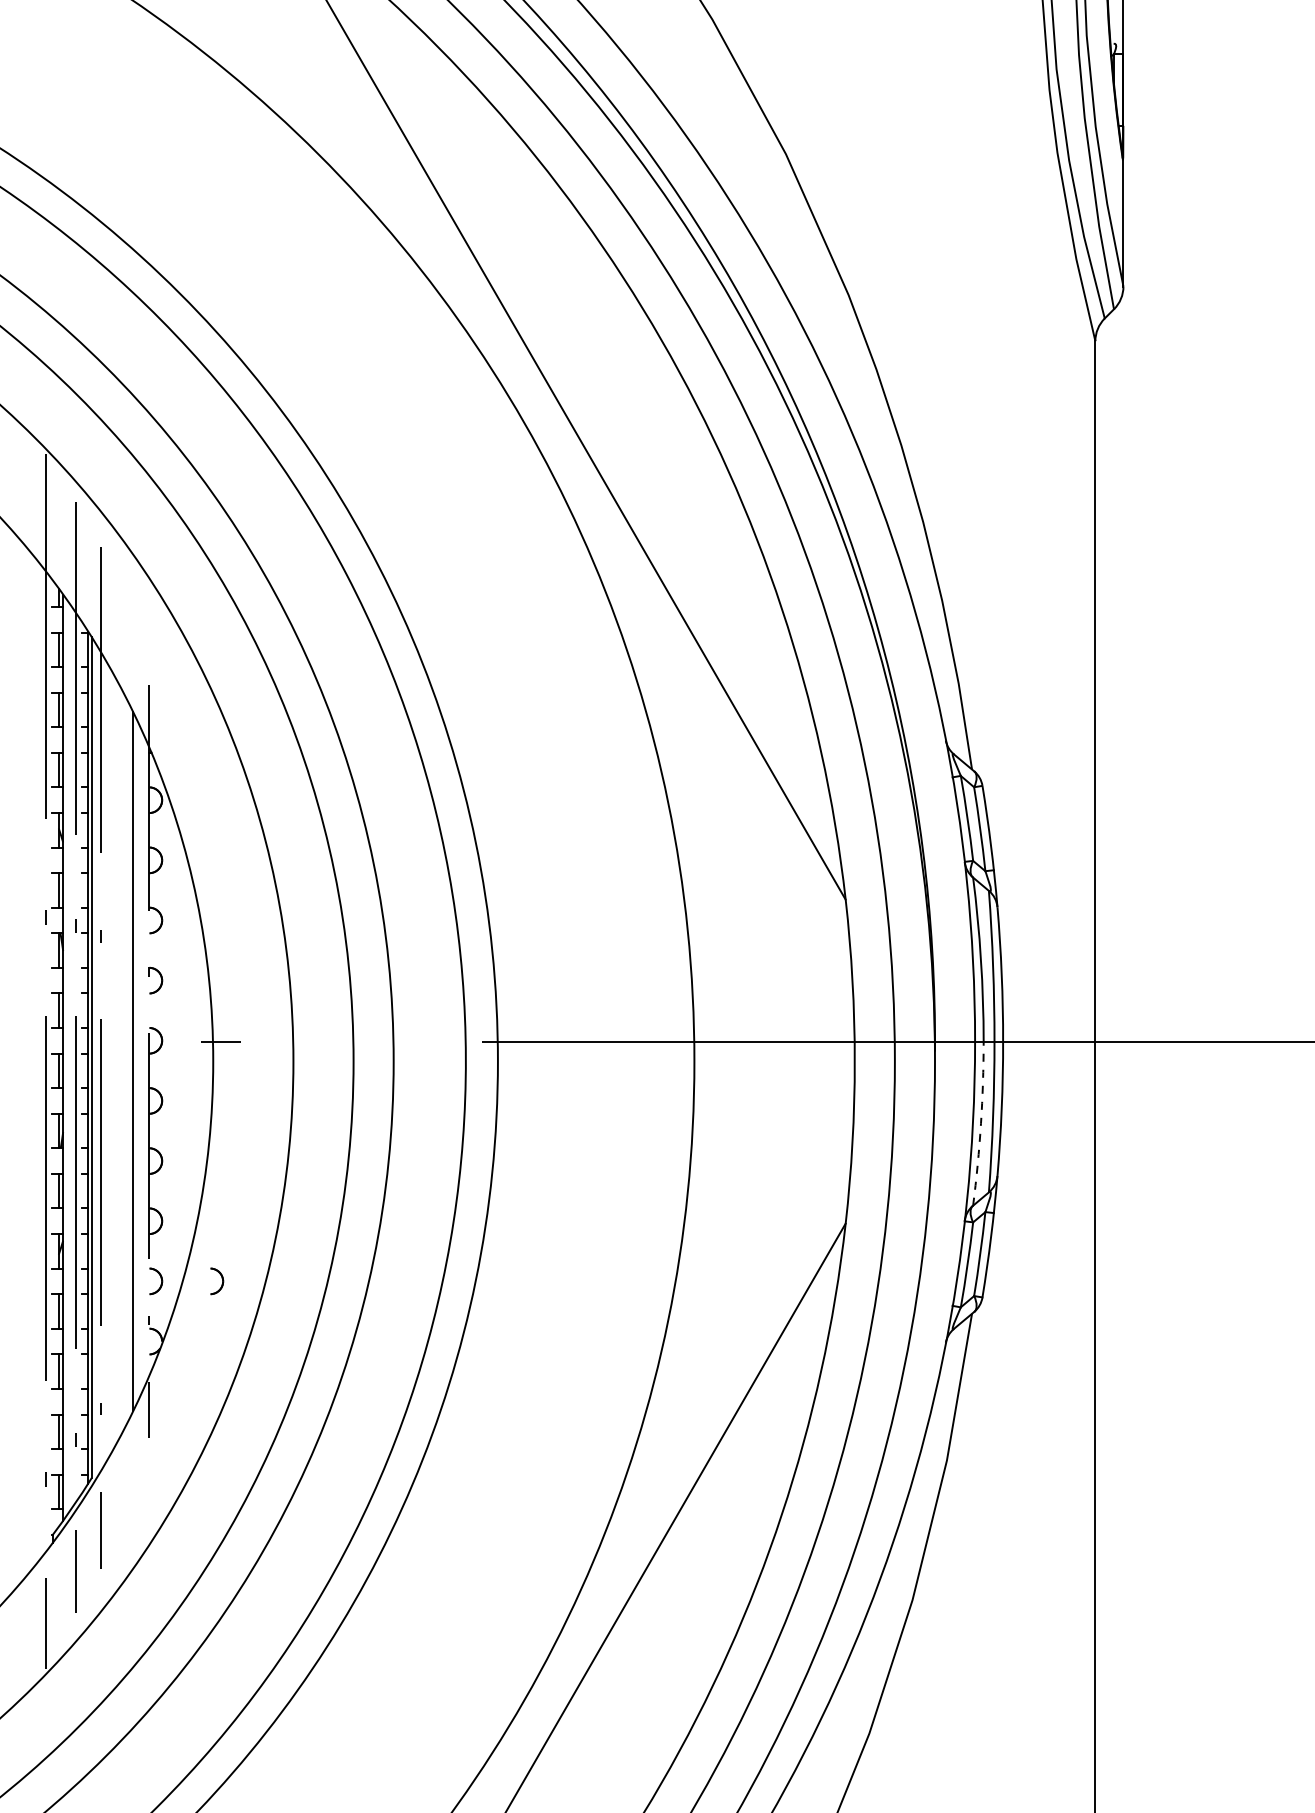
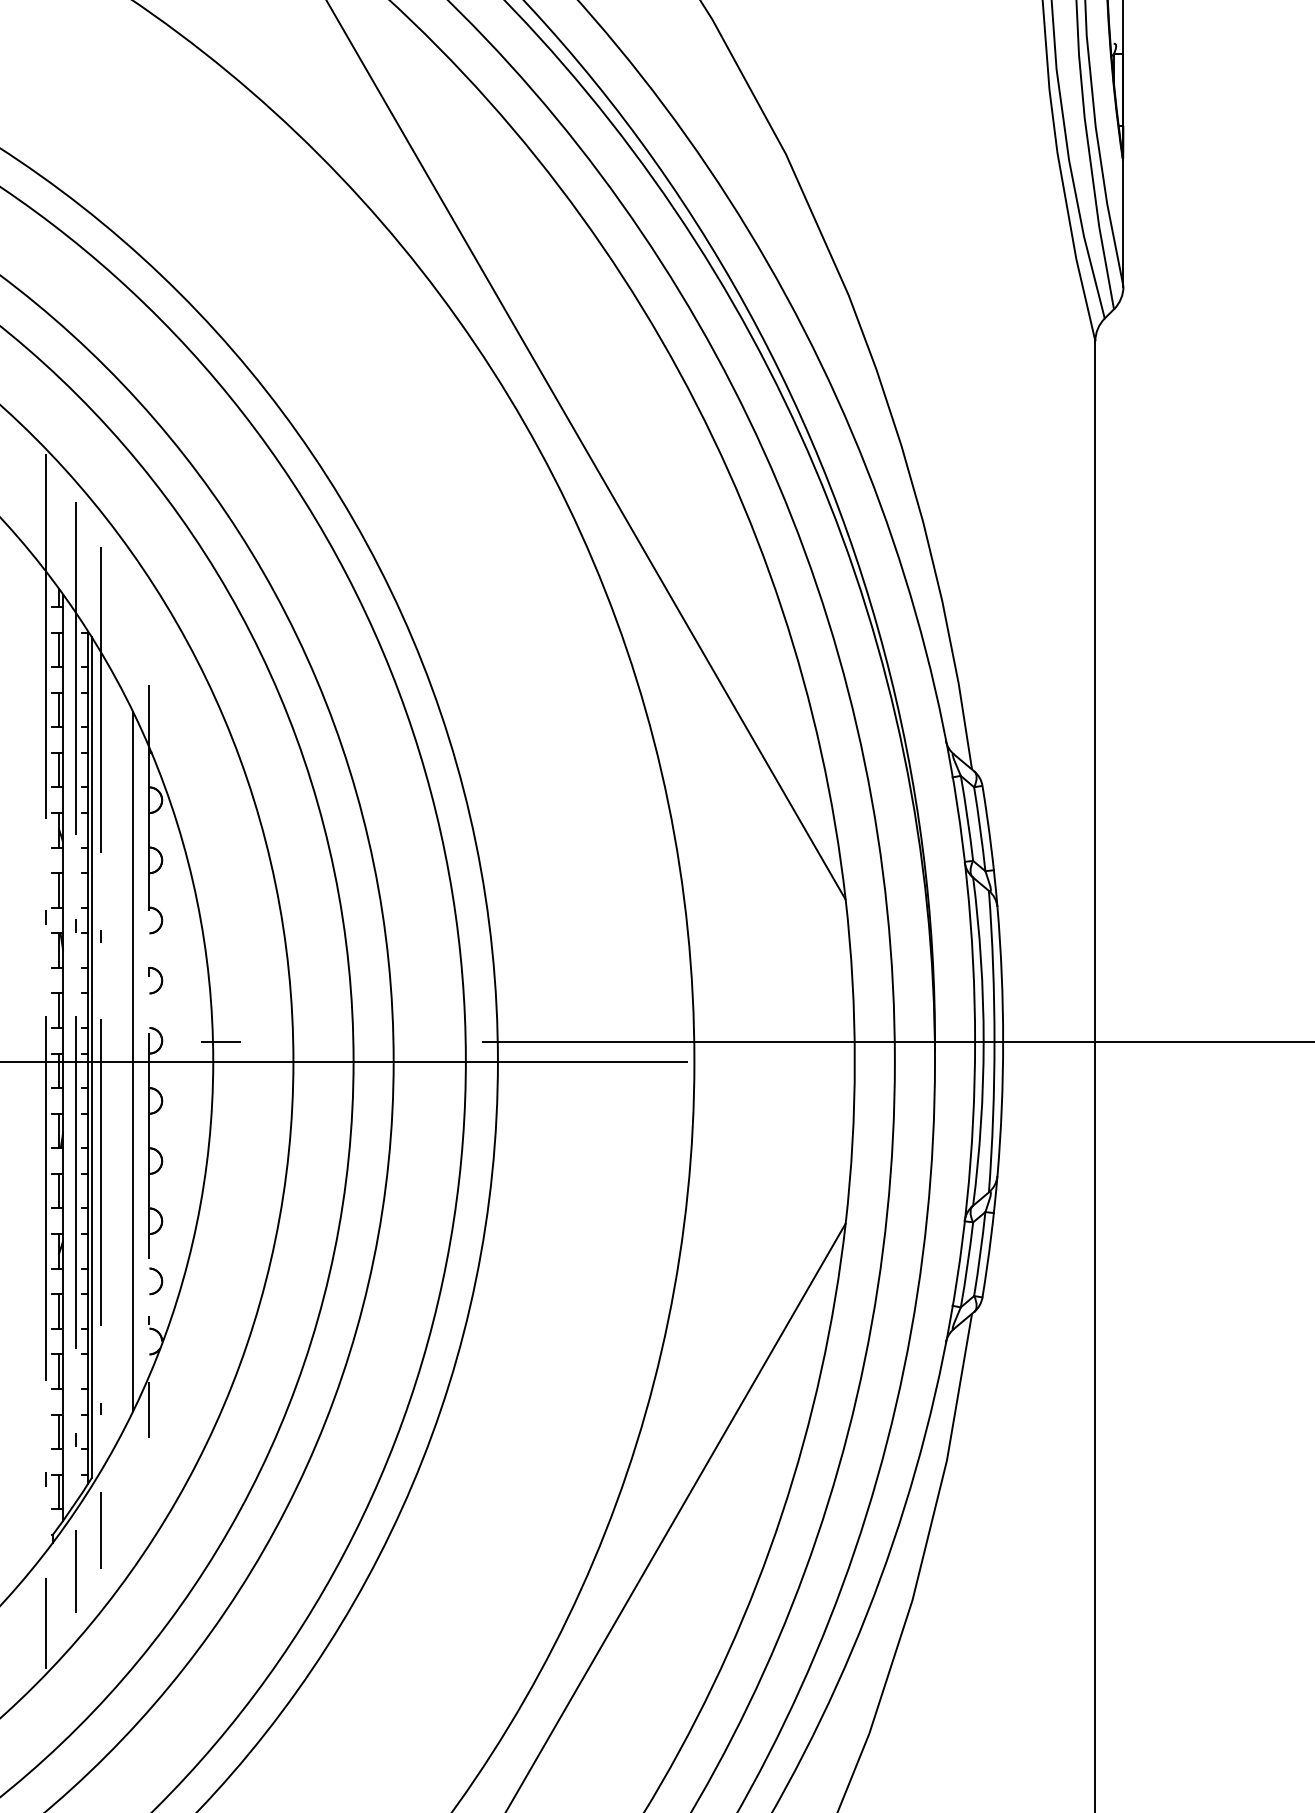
line at (345, 1061): none -> present
arc at (980, 1123): dashed -> solid
part at (217, 1281): present -> none
